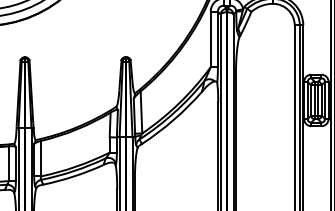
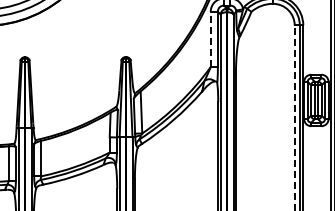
line at (210, 39): solid -> dashed
line at (294, 117): solid -> dashed
